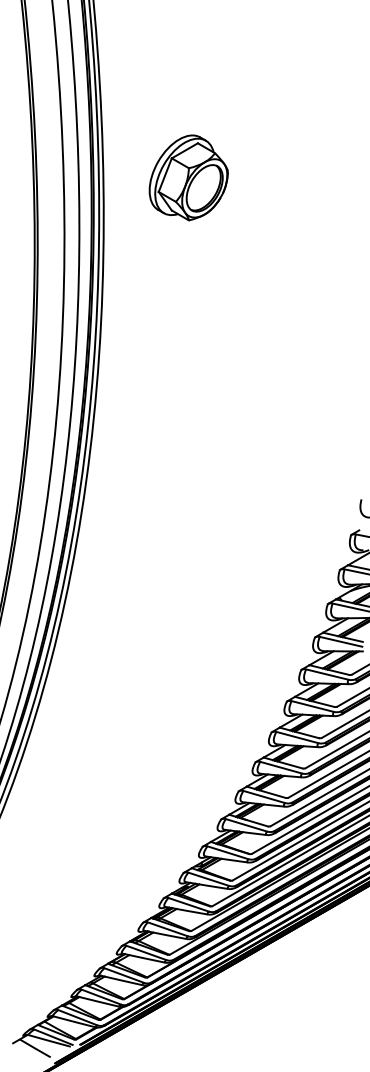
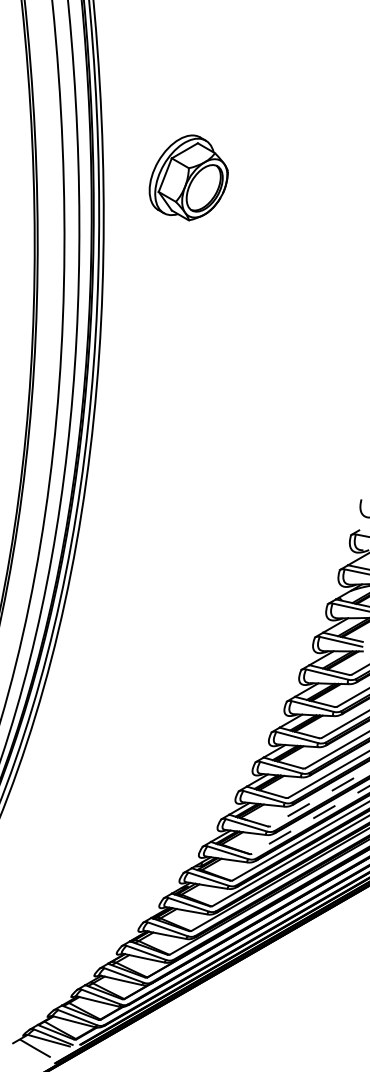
line at (320, 797): solid -> dashed
line at (311, 819): solid -> dashed
